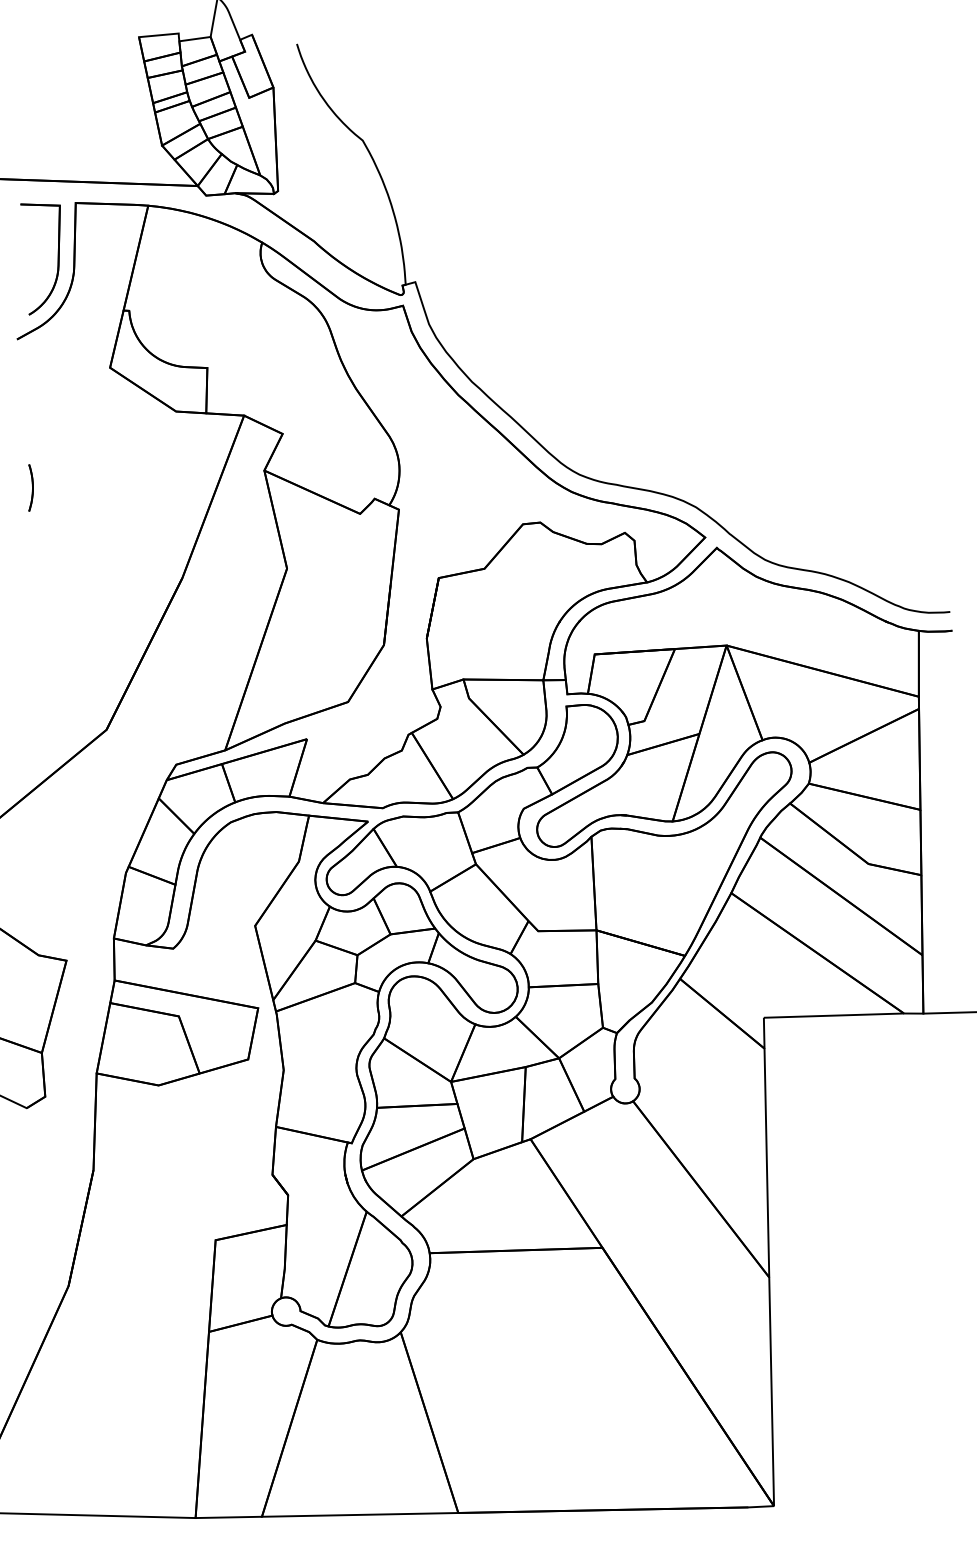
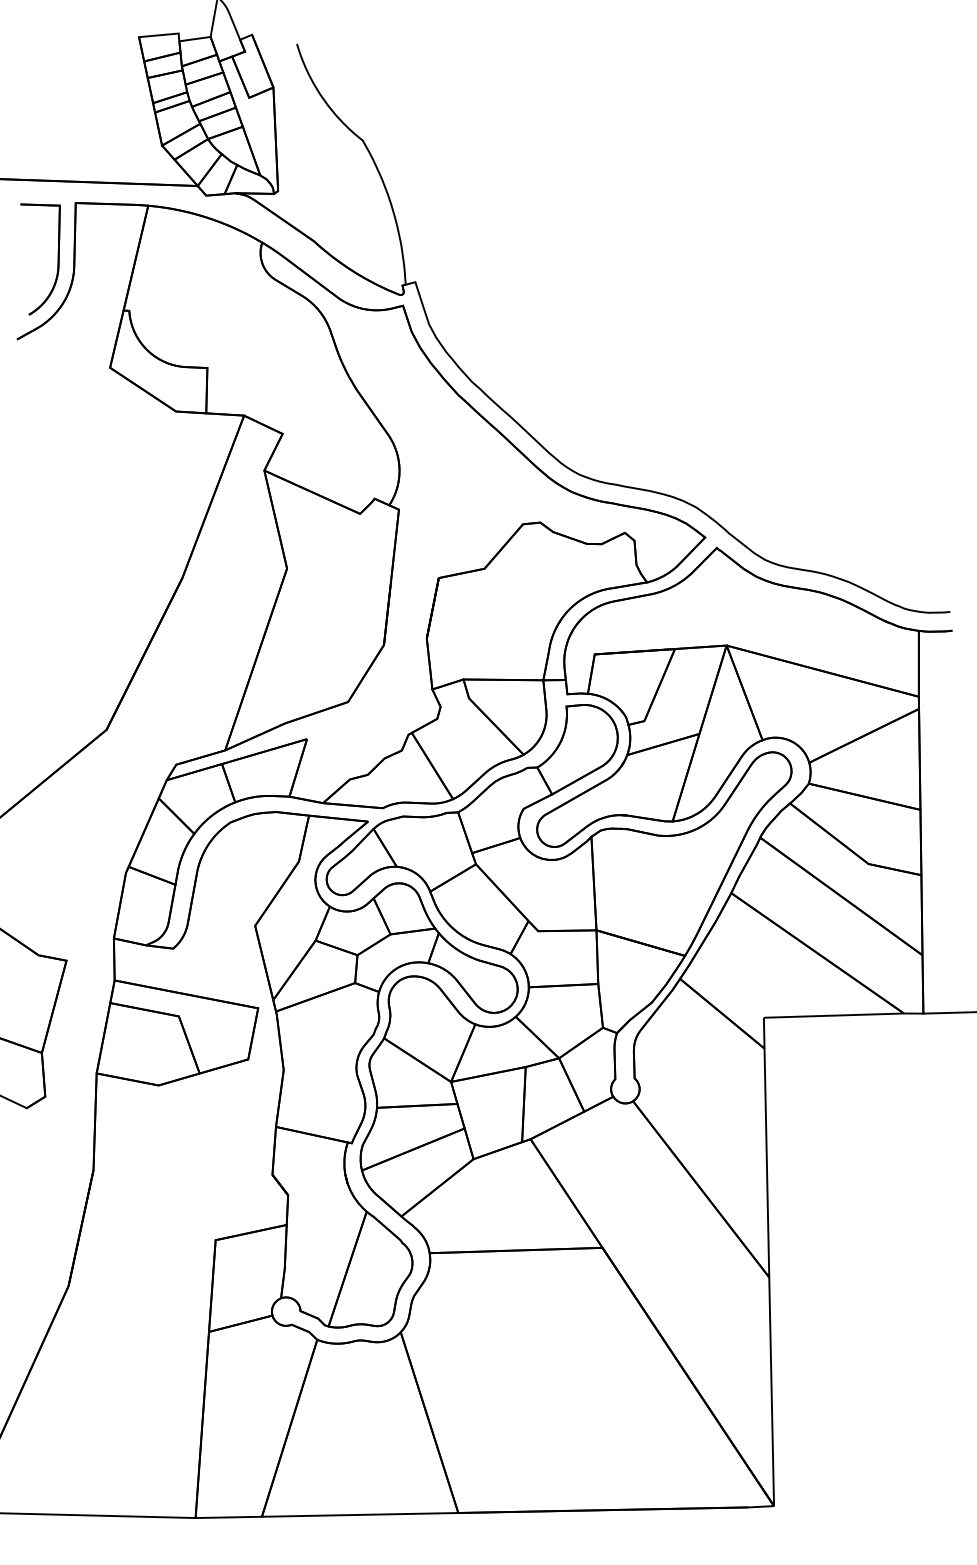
part at (30, 487): present -> none
